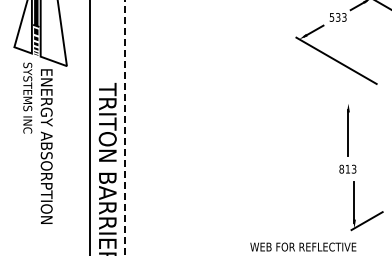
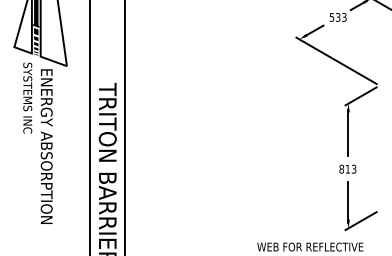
line at (360, 96): none -> present
line at (125, 127): dashed -> solid
part at (372, 216) position: (372, 216) -> (366, 216)
text at (303, 246) position: (303, 246) -> (310, 246)
